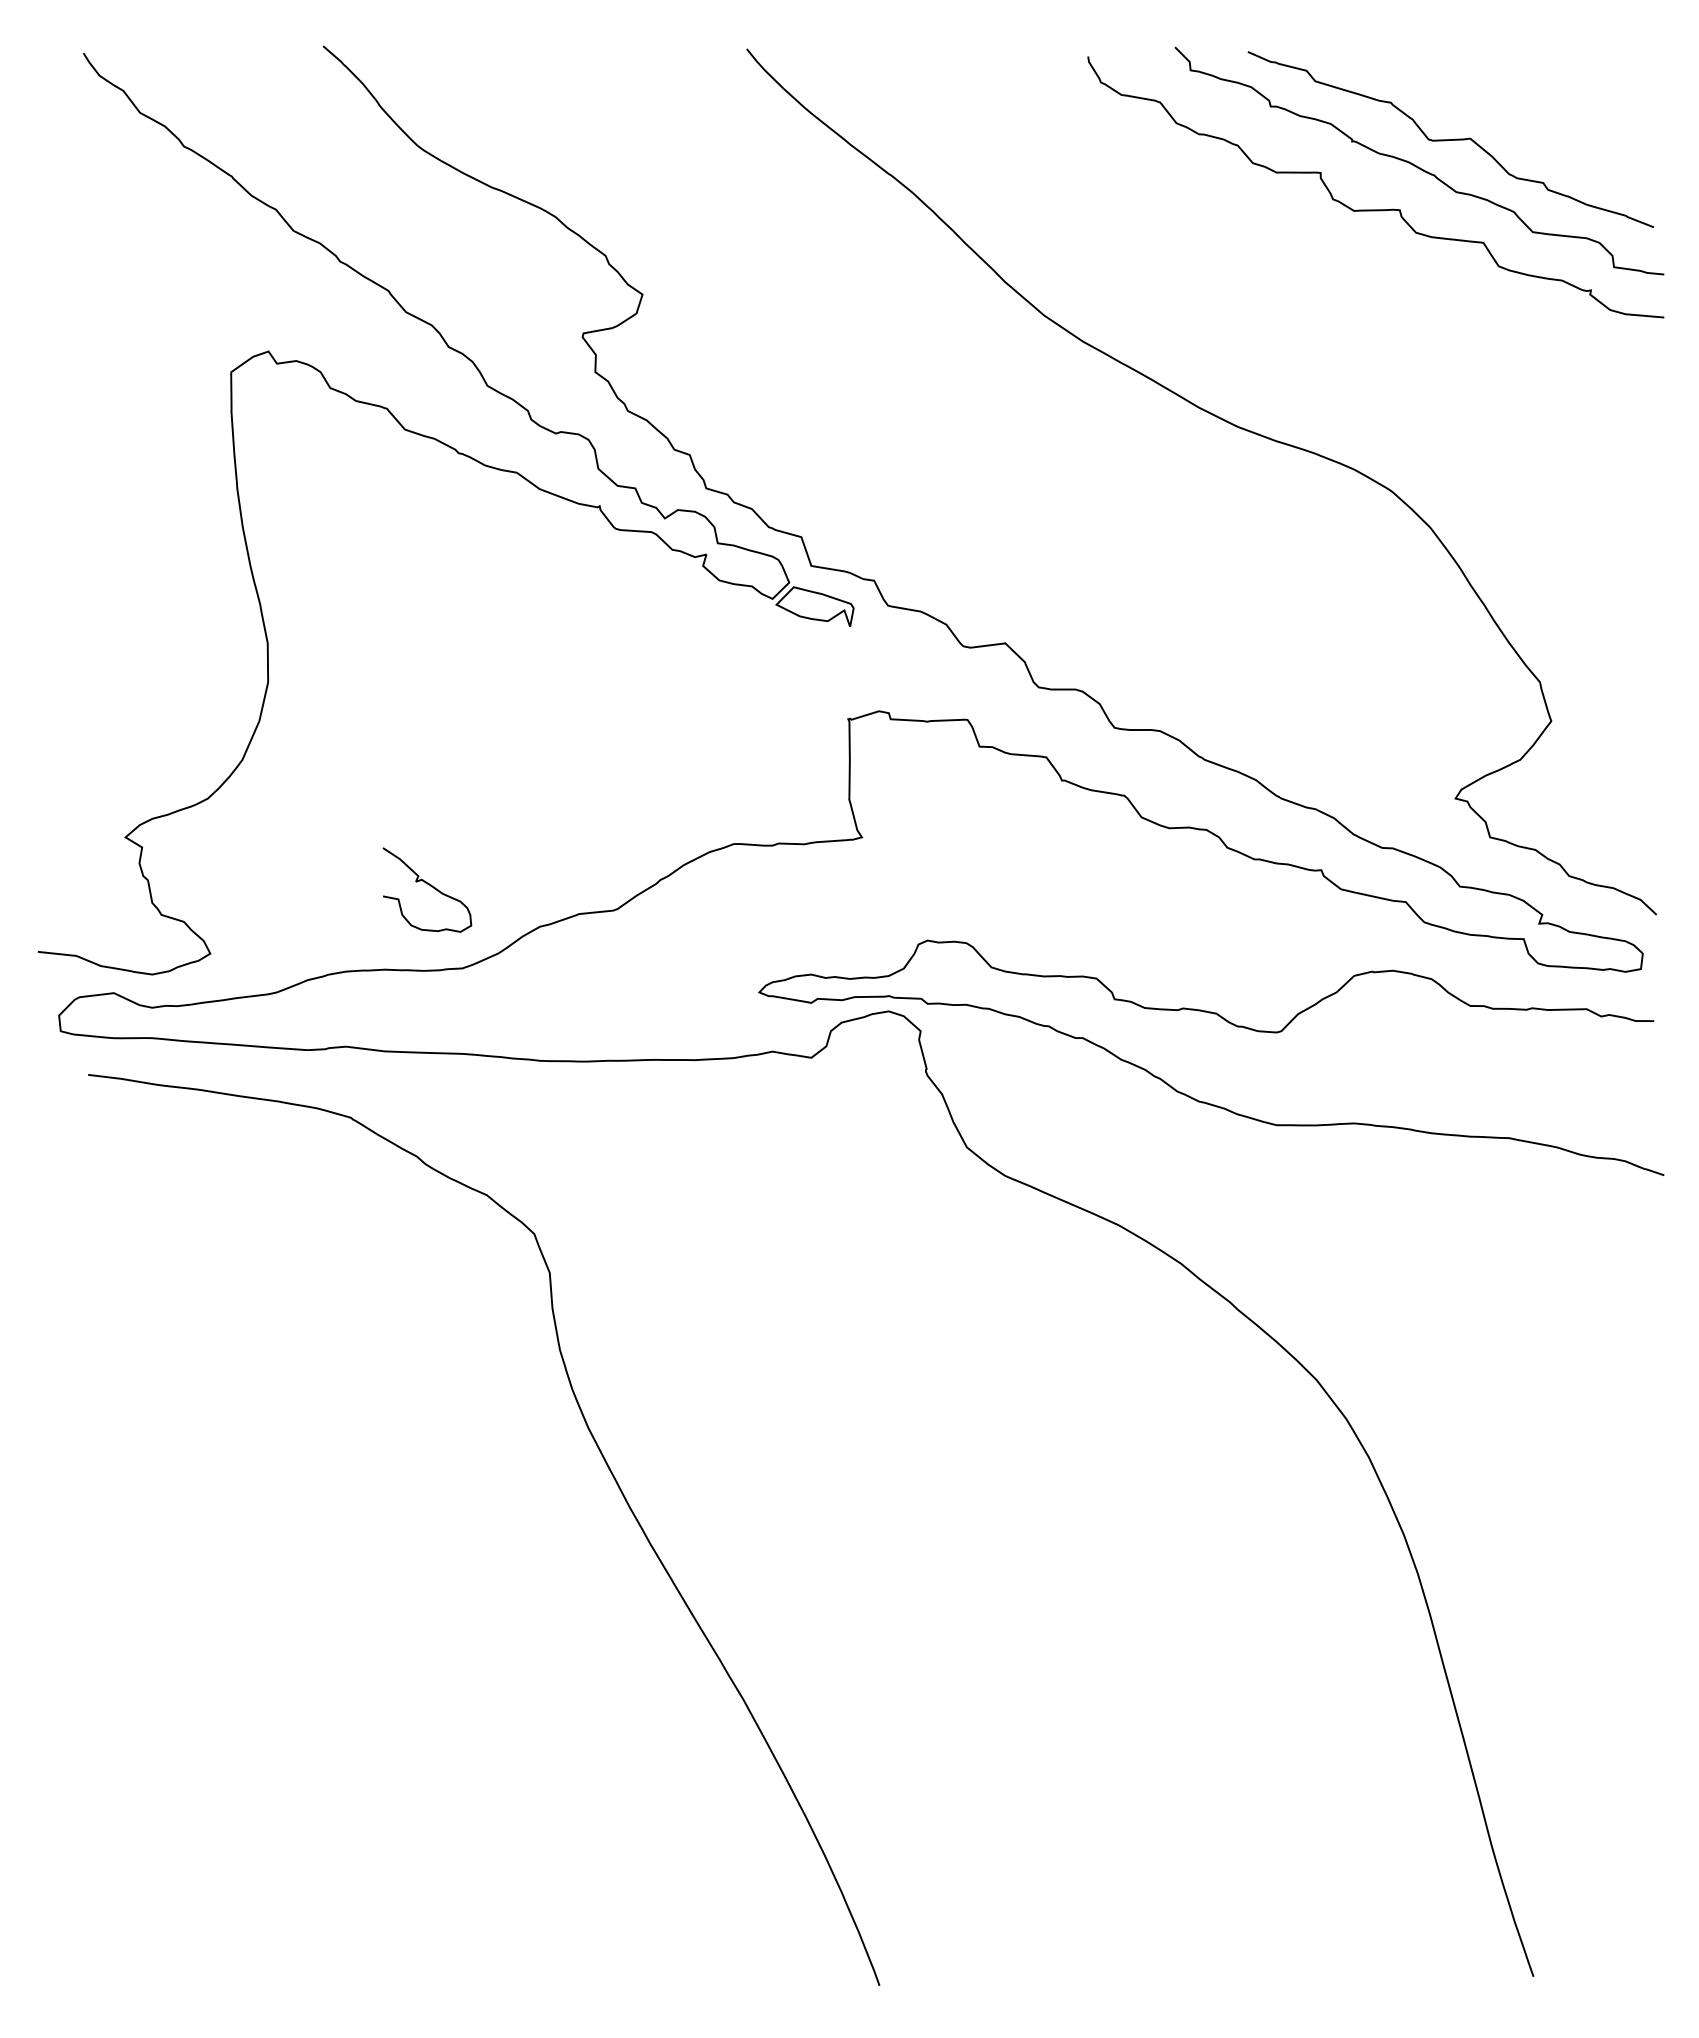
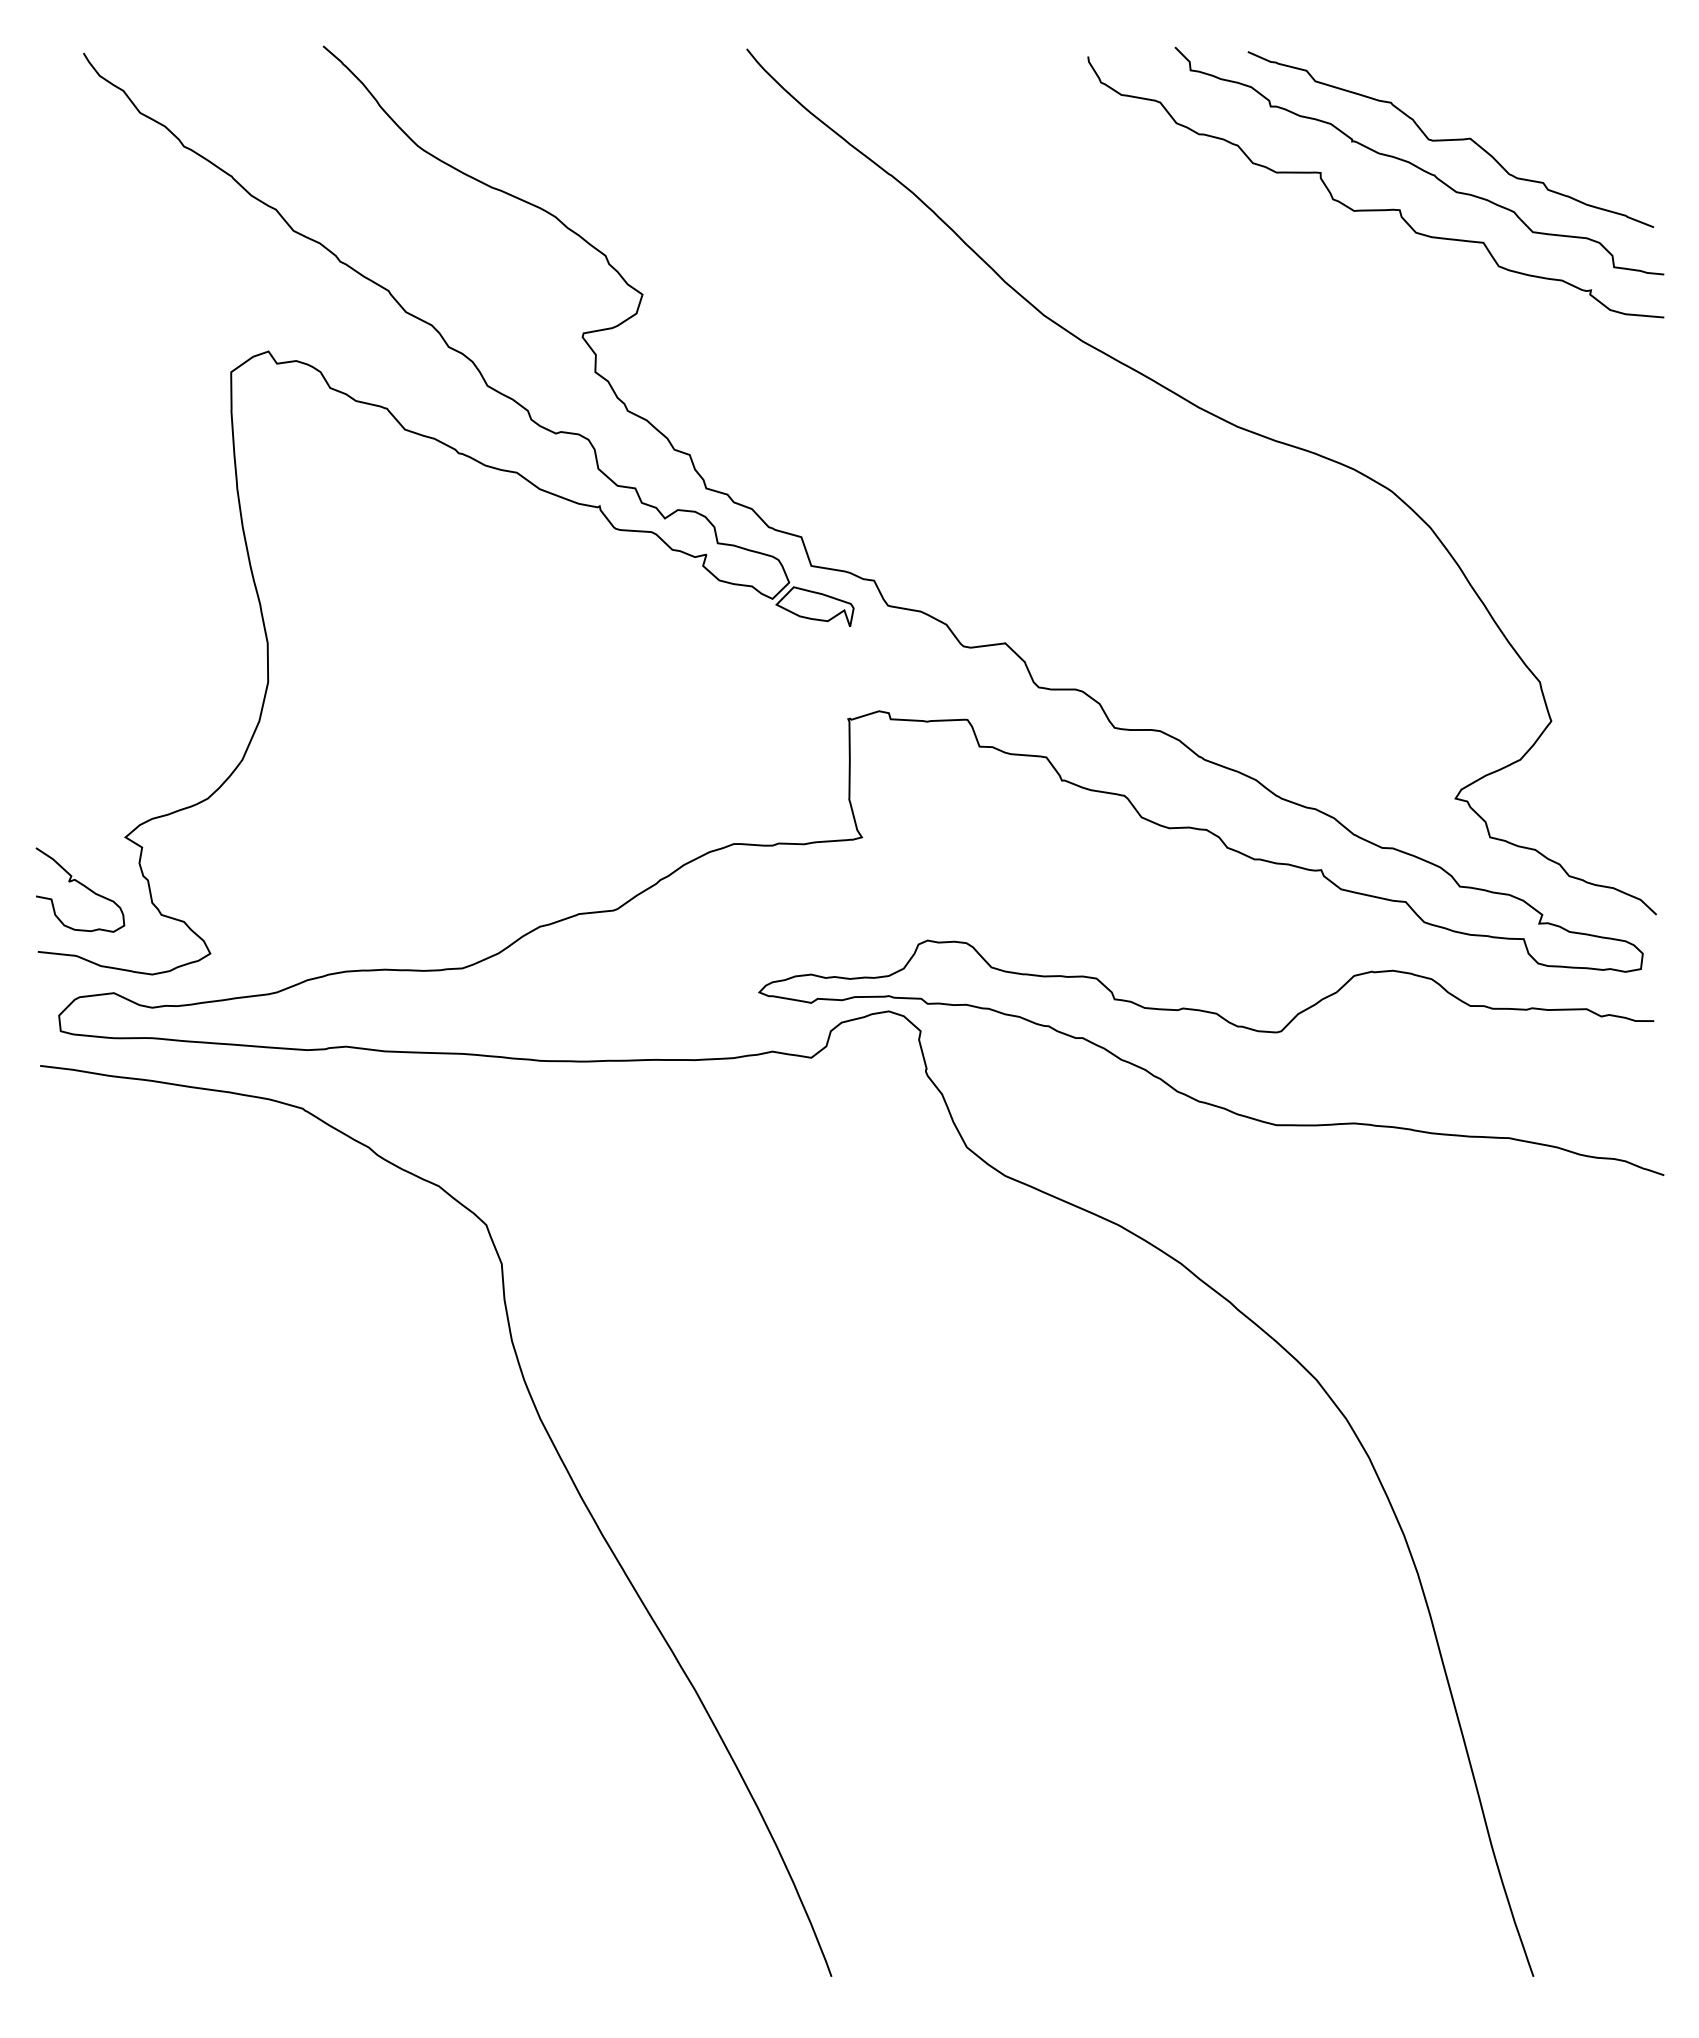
curve at (428, 885) position: (428, 885) -> (81, 885)
curve at (607, 1467) position: (607, 1467) -> (559, 1458)
